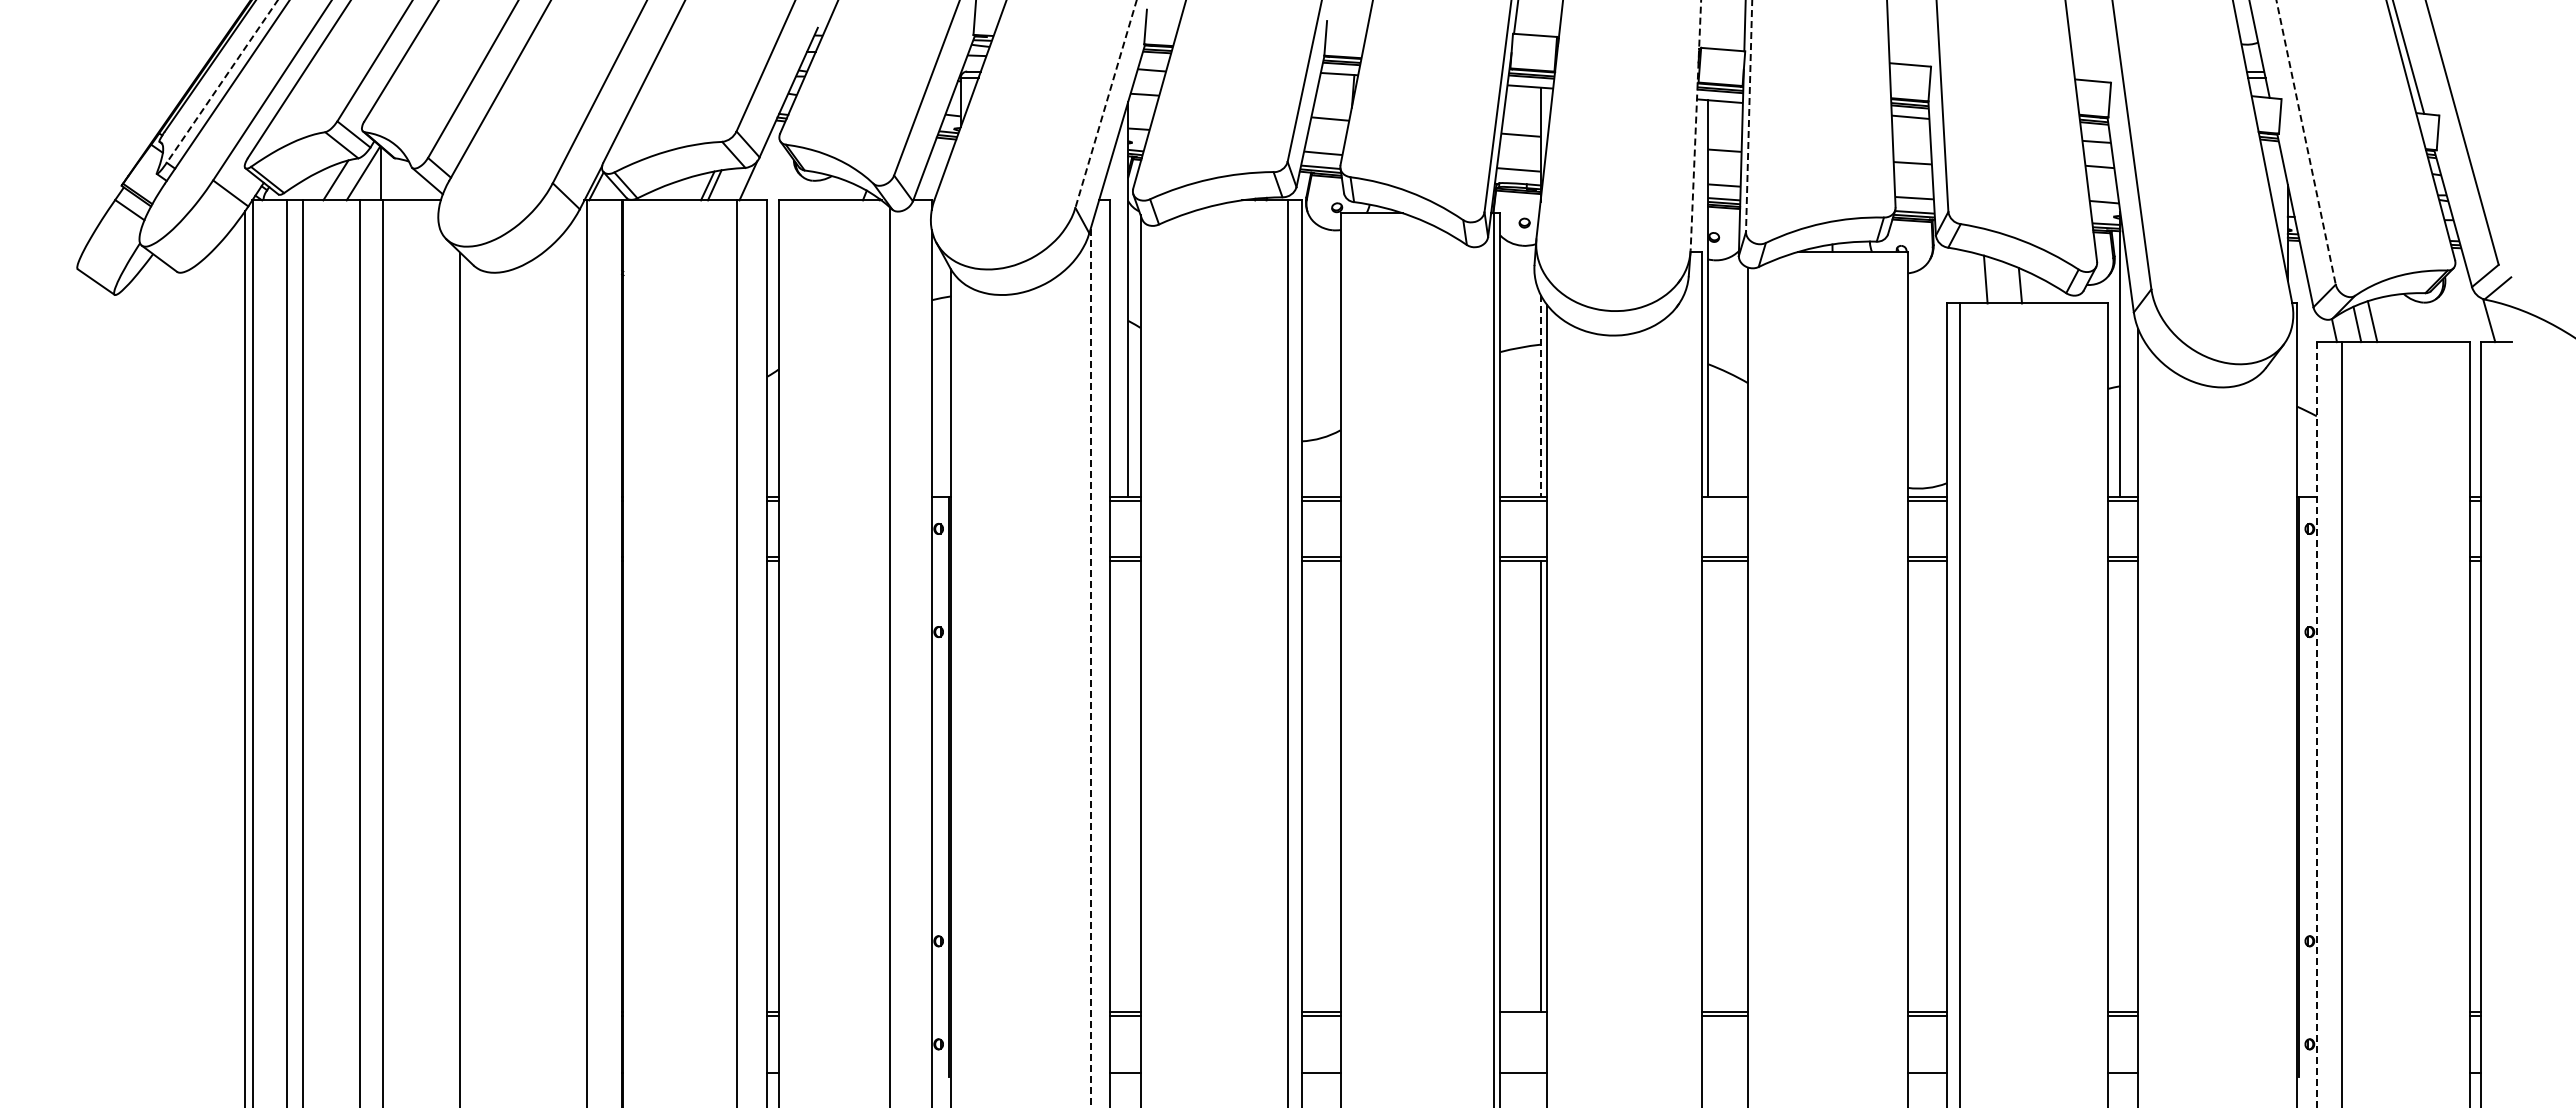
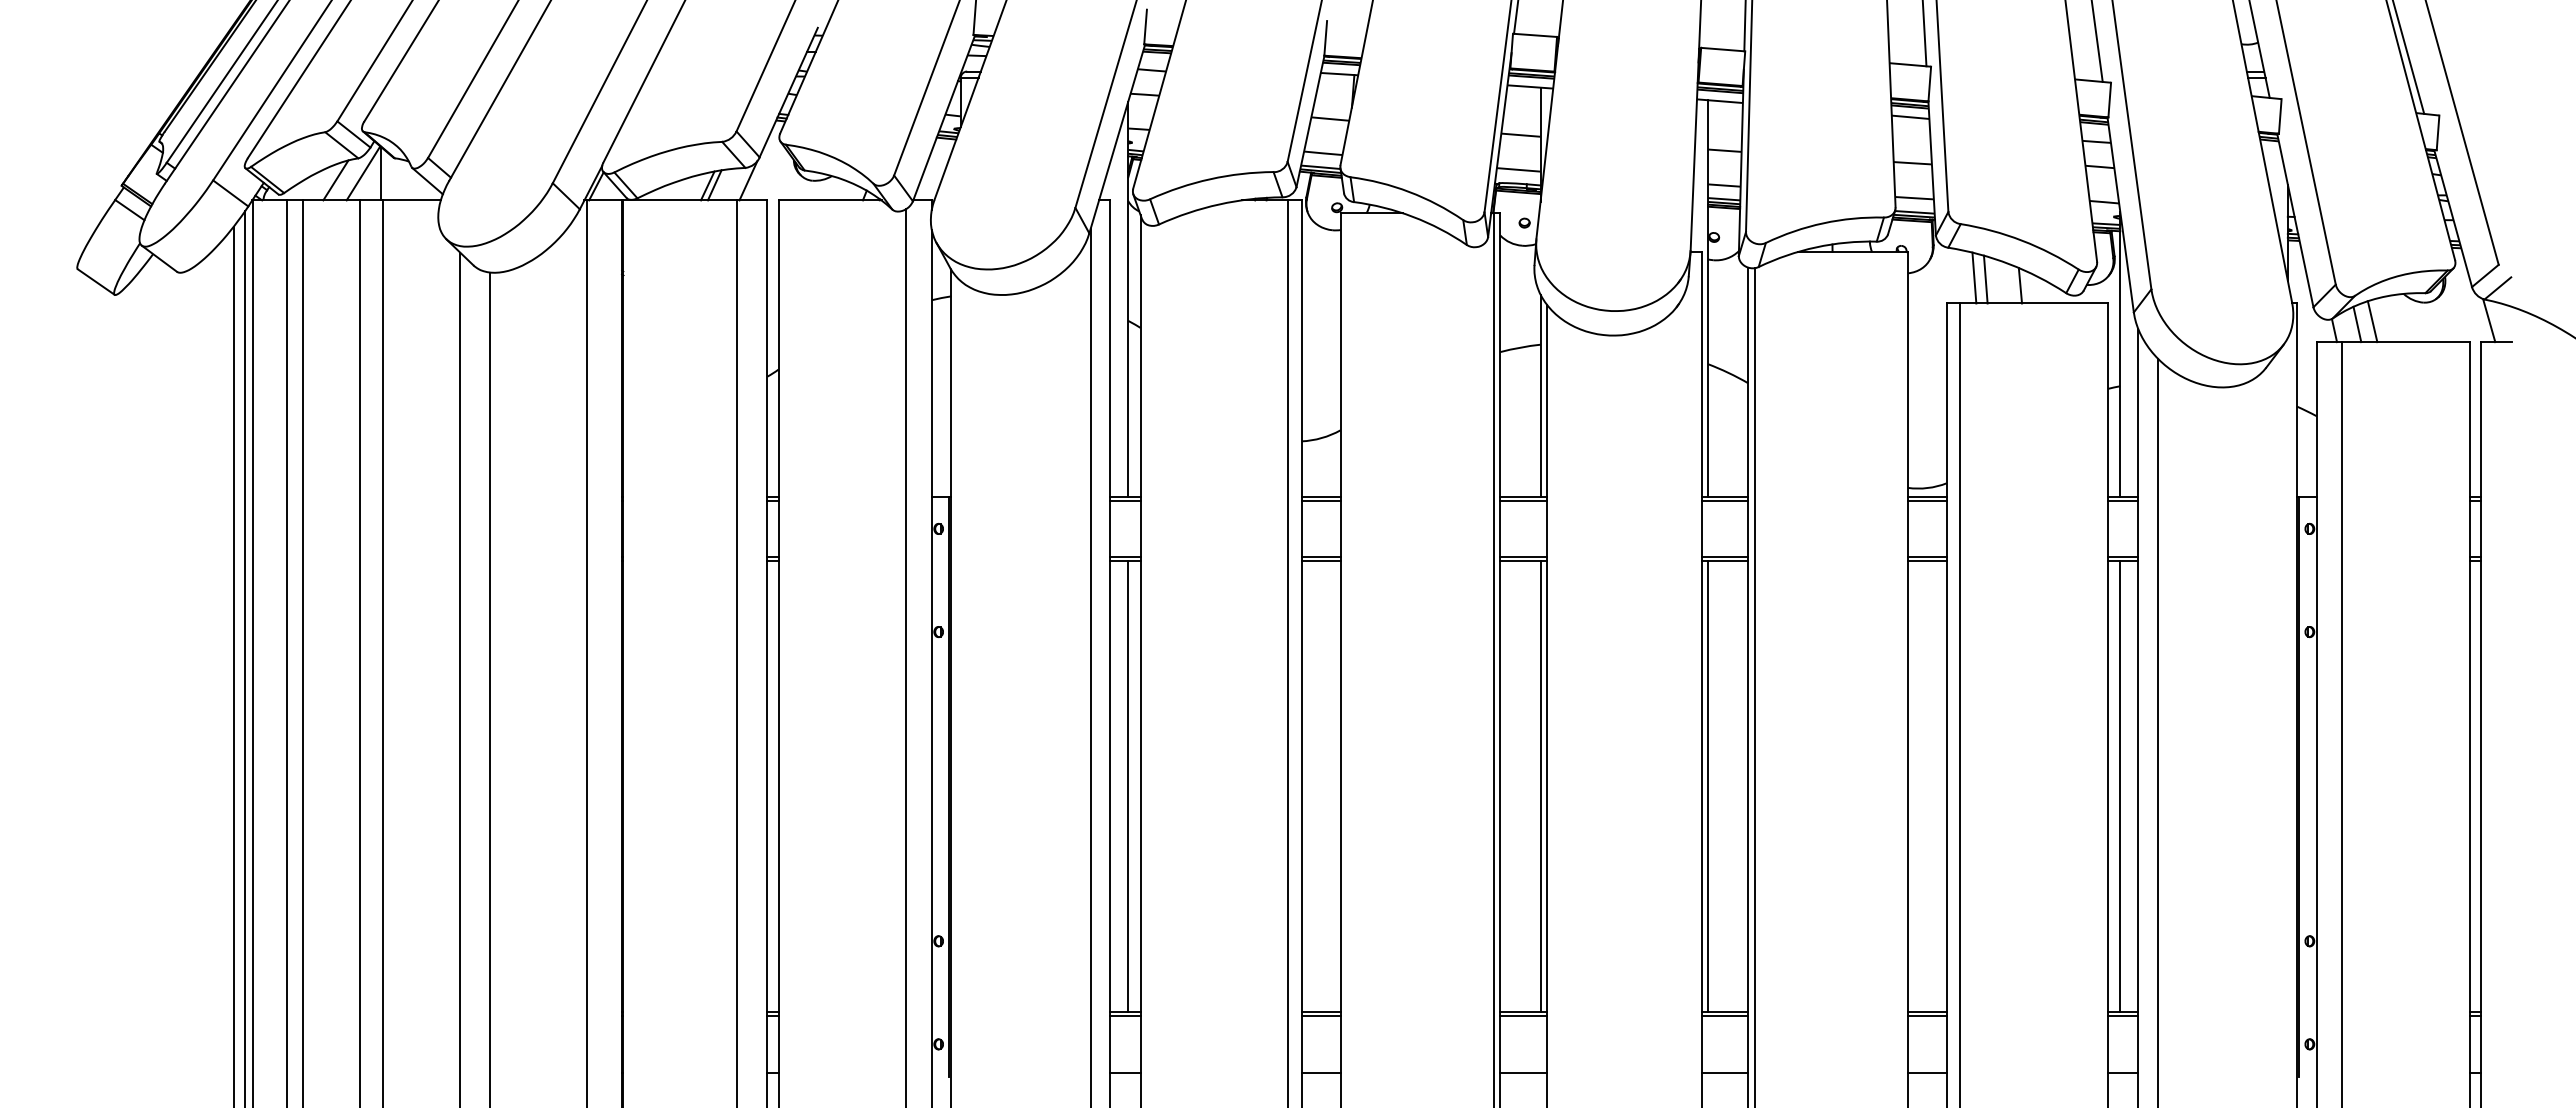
line at (1924, 34): none -> present
line at (2097, 41): none -> present
line at (222, 81): dashed -> solid
line at (1106, 104): dashed -> solid
line at (1749, 116): dashed -> solid
line at (1695, 125): dashed -> solid
line at (2306, 142): dashed -> solid
line at (1974, 277): none -> present
line at (1540, 396): dashed -> solid
line at (1724, 500): none -> present
line at (890, 656) position: (890, 656) -> (906, 656)
line at (233, 665): none -> present
line at (1090, 668): dashed -> solid
line at (1755, 686): none -> present
line at (490, 688): none -> present
line at (2316, 724): dashed -> solid
line at (2157, 731): none -> present
line at (1128, 786): none -> present
line at (1708, 786): none -> present
line at (2120, 786): none -> present
line at (1523, 1016): none -> present
line at (1724, 1072): none -> present
